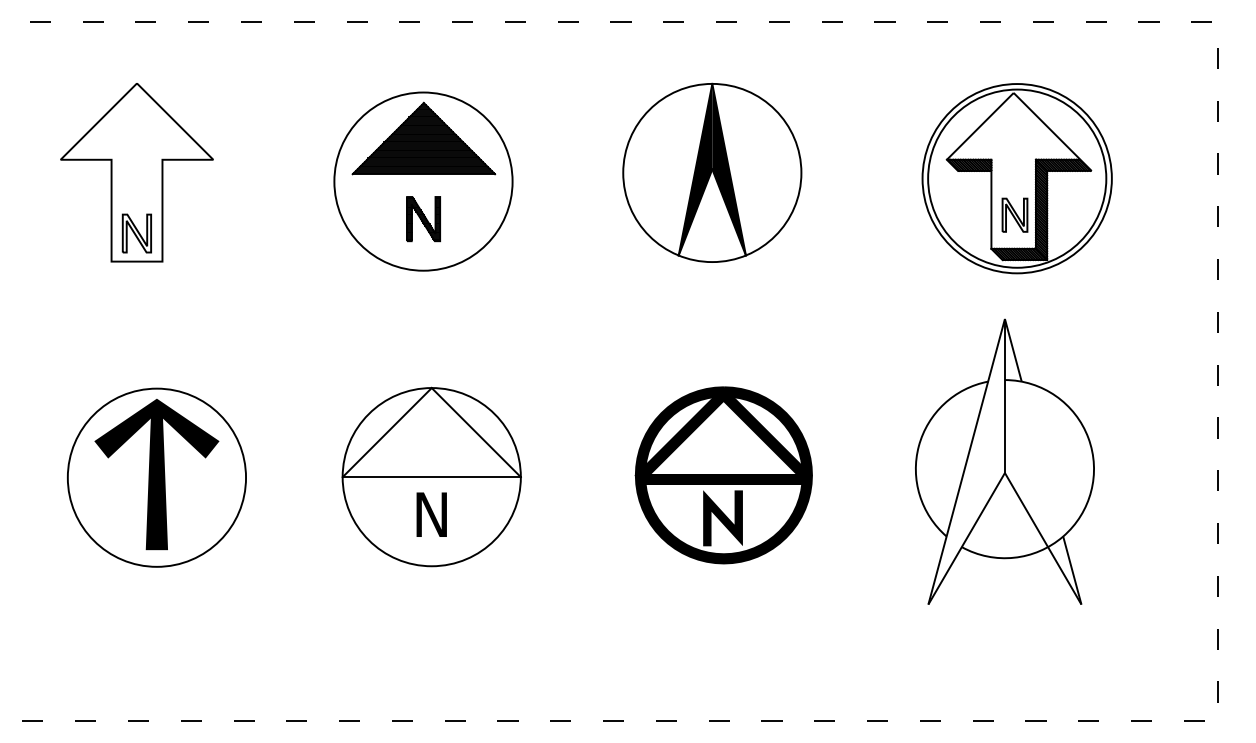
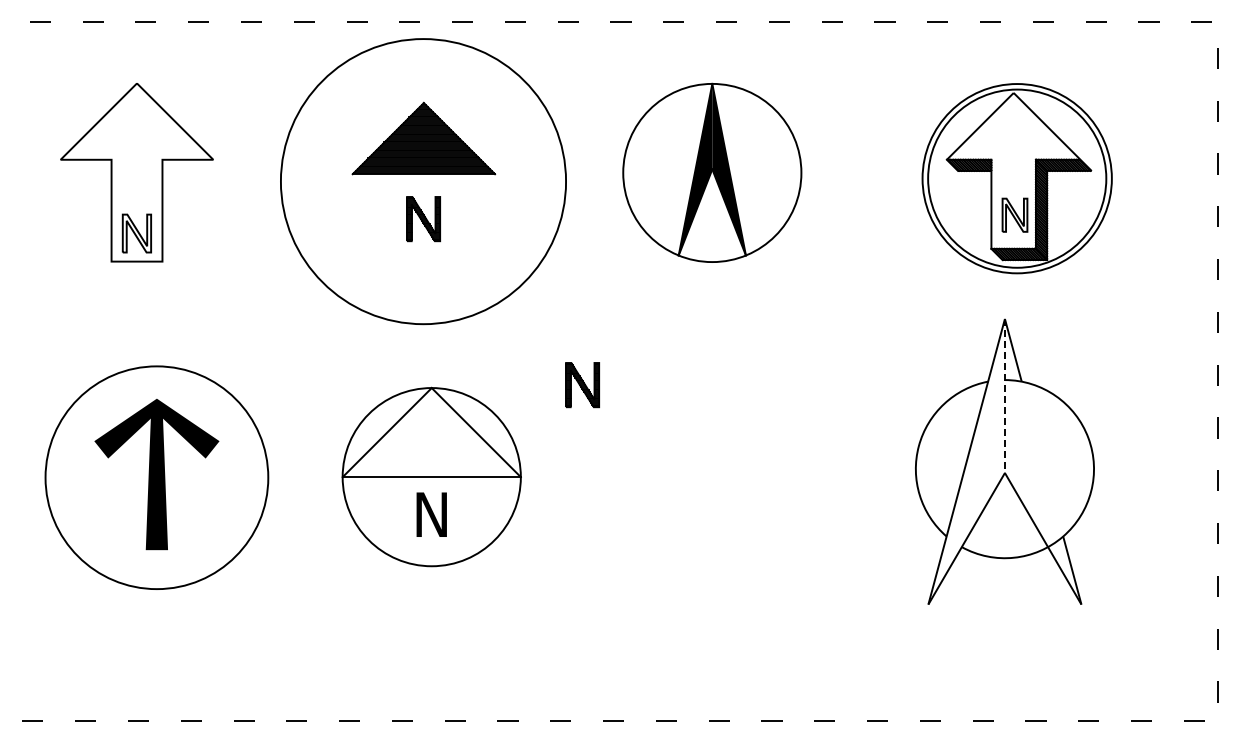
circle at (423, 181) diameter: 178 px -> 285 px
part at (582, 385): none -> present
line at (1004, 396): solid -> dashed
part at (723, 475): present -> none
circle at (156, 477) diameter: 178 px -> 223 px
